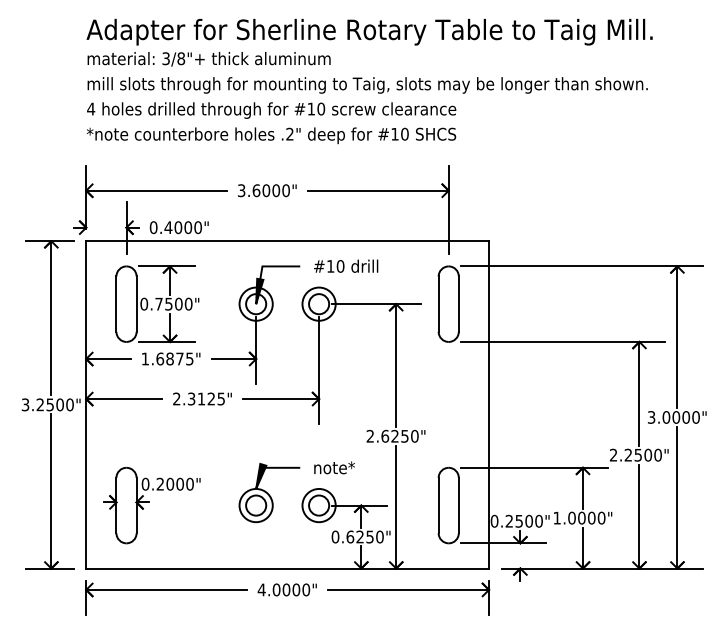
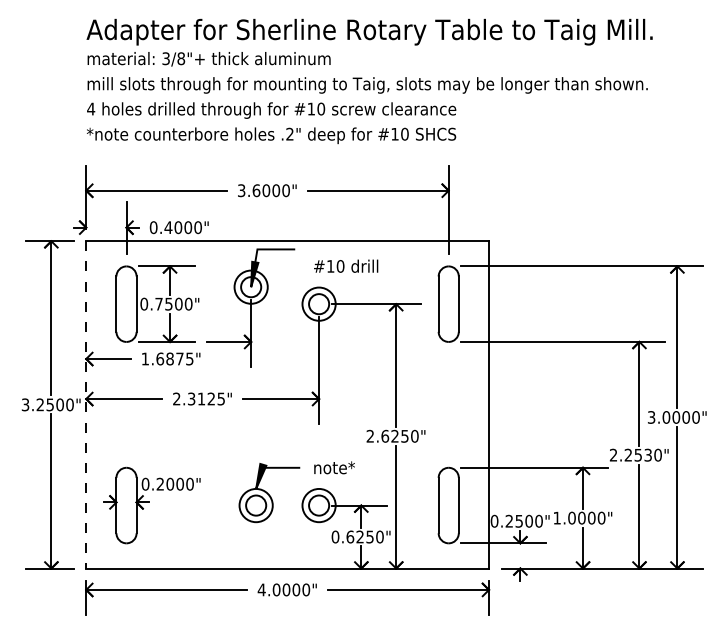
part at (255, 324) position: (255, 324) -> (250, 307)
line at (86, 404): solid -> dashed
text at (648, 454): 2.2500" -> 2.2530"
